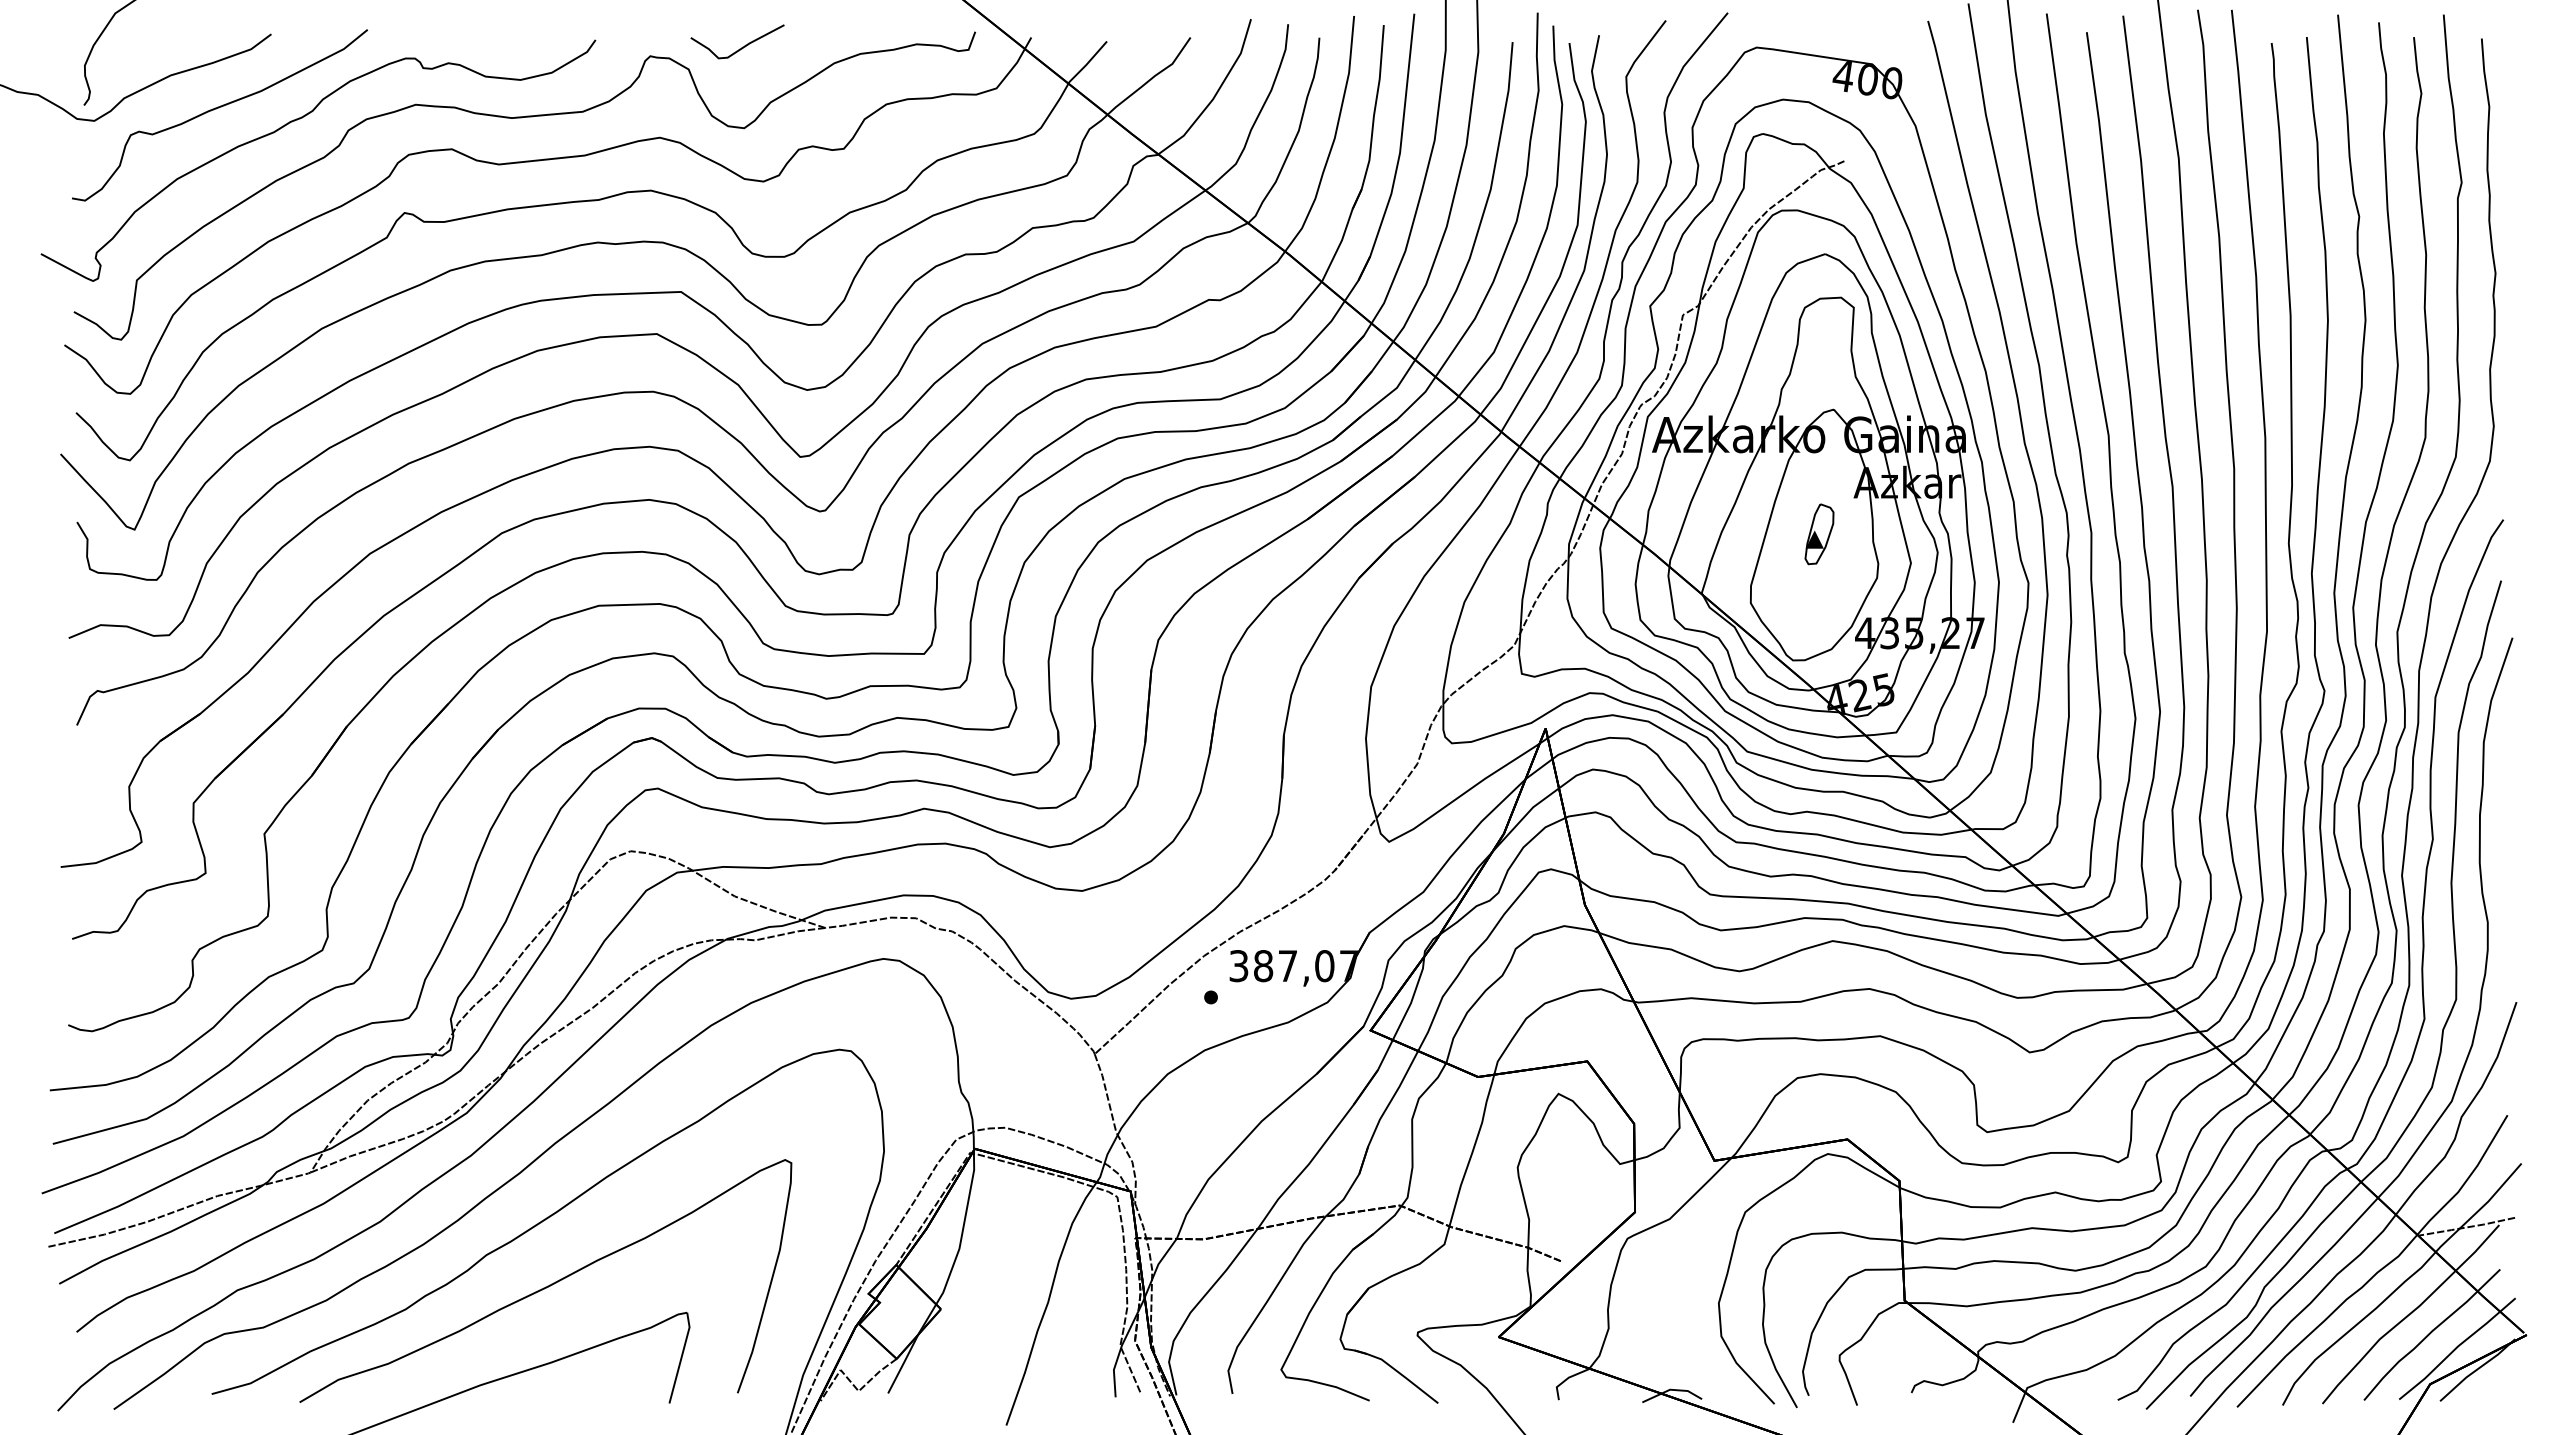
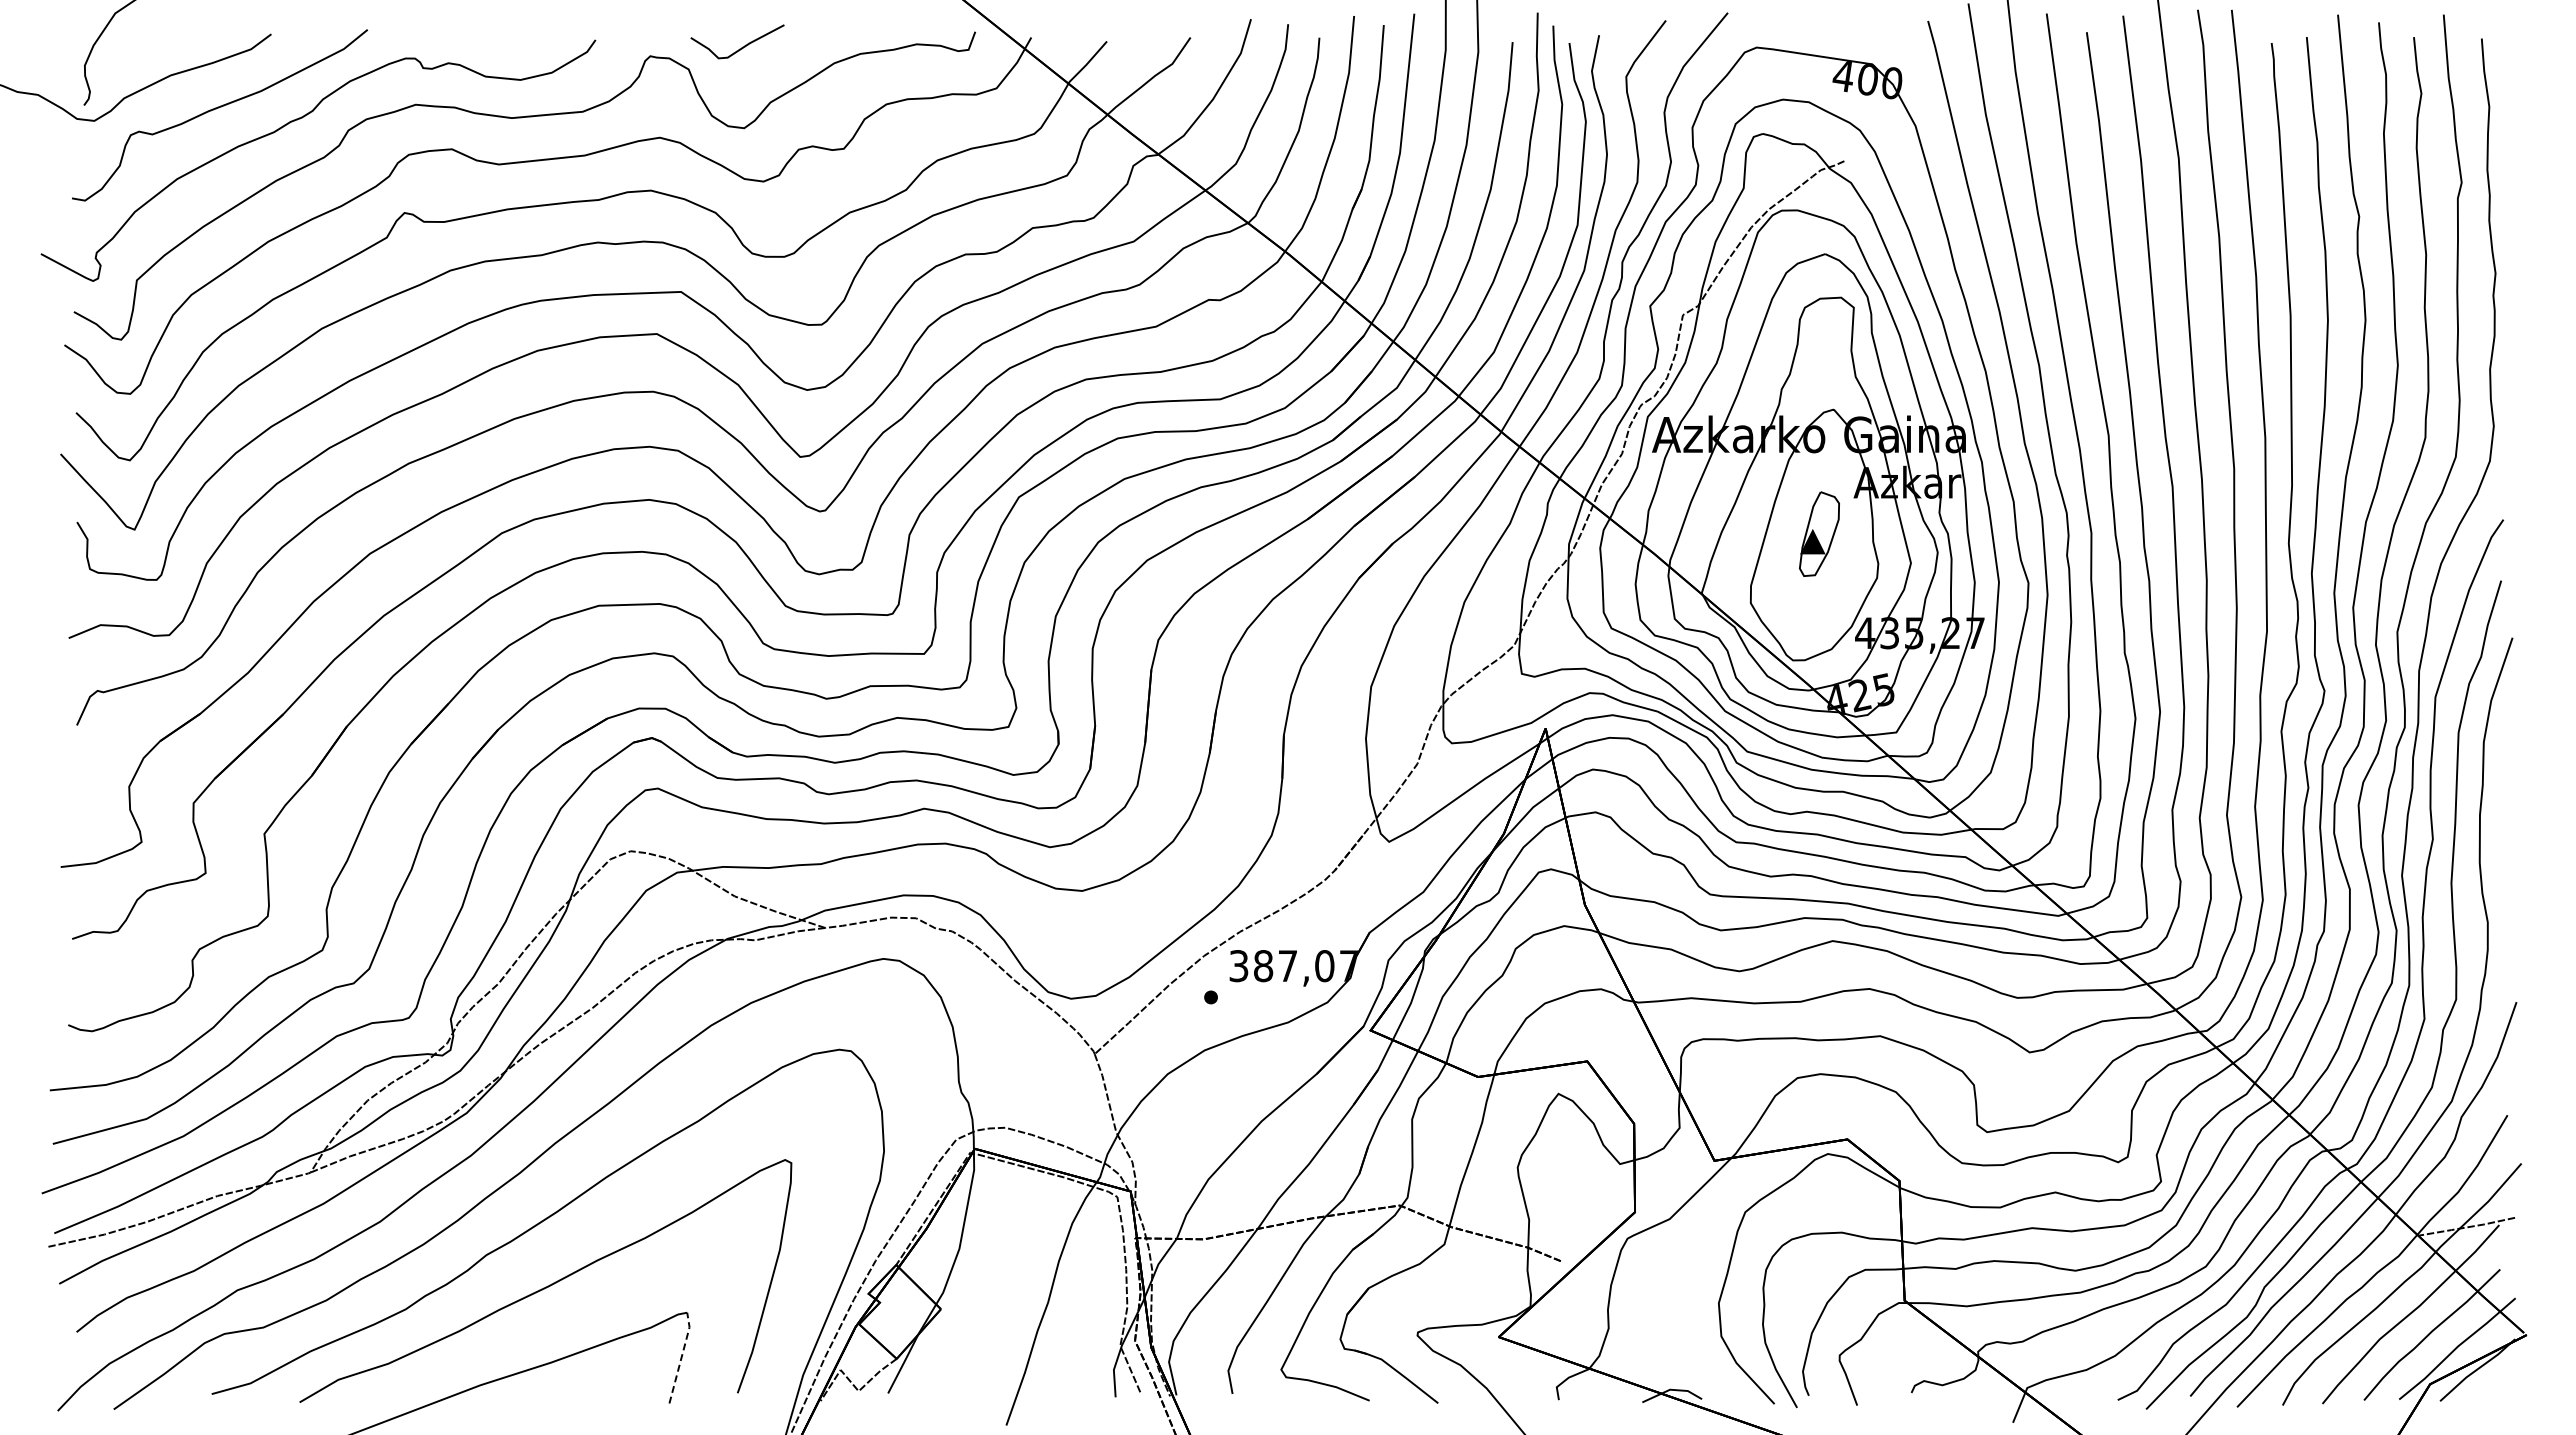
part at (1819, 534) size: 31x63 px -> 41x86 px
line at (681, 1357): solid -> dashed
